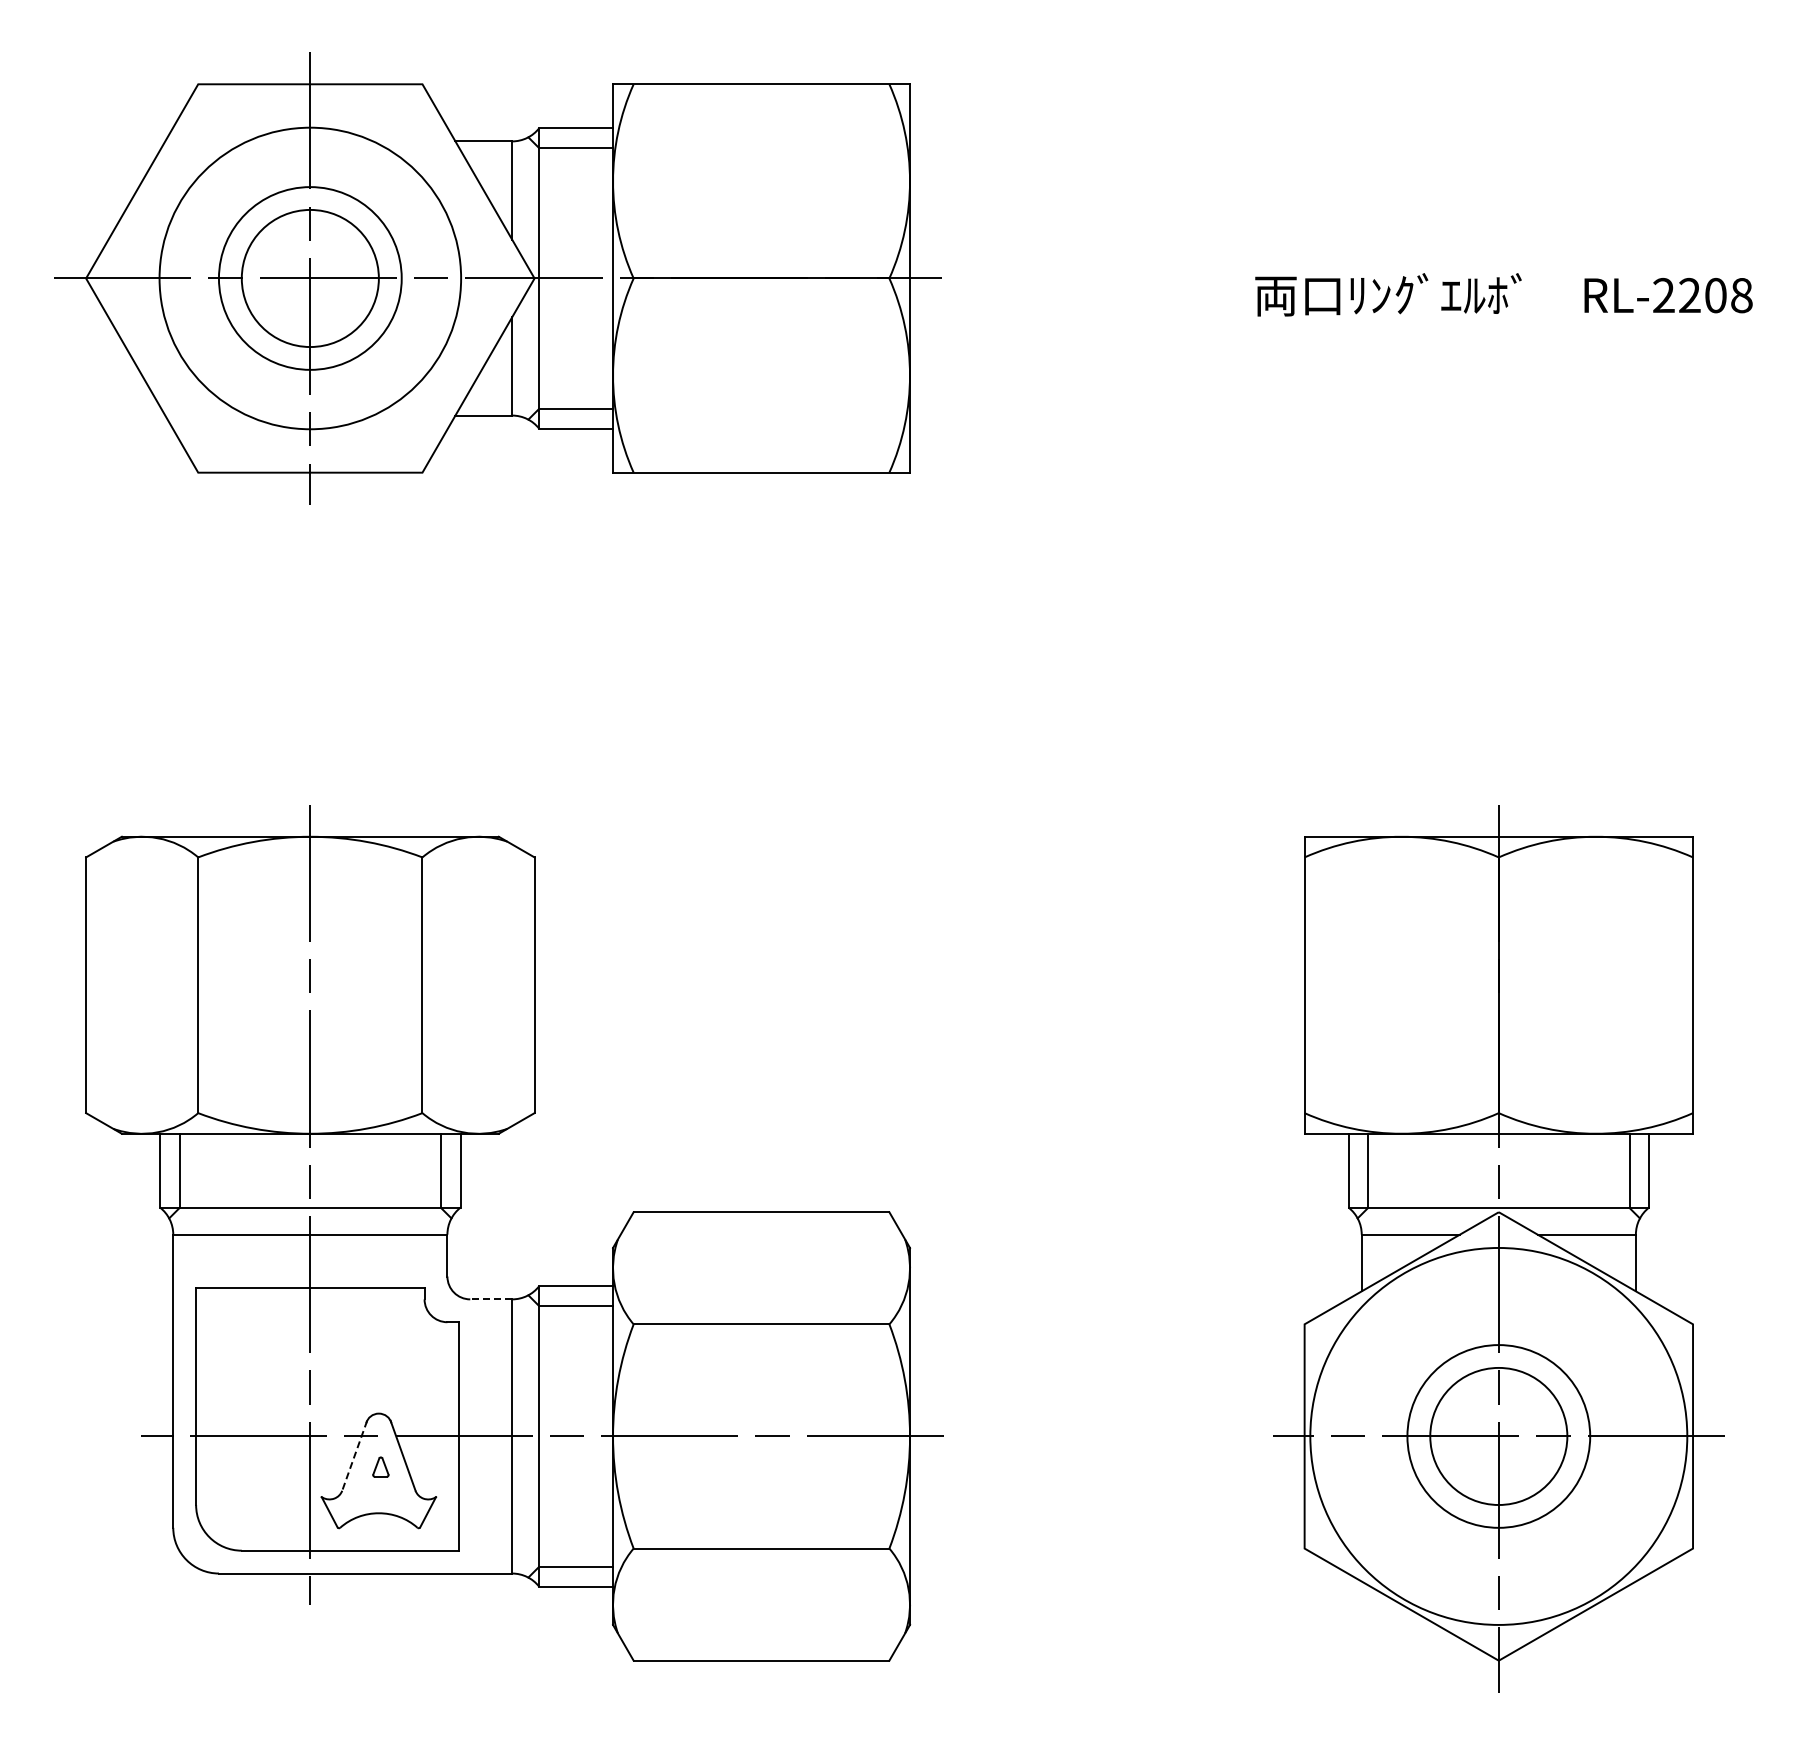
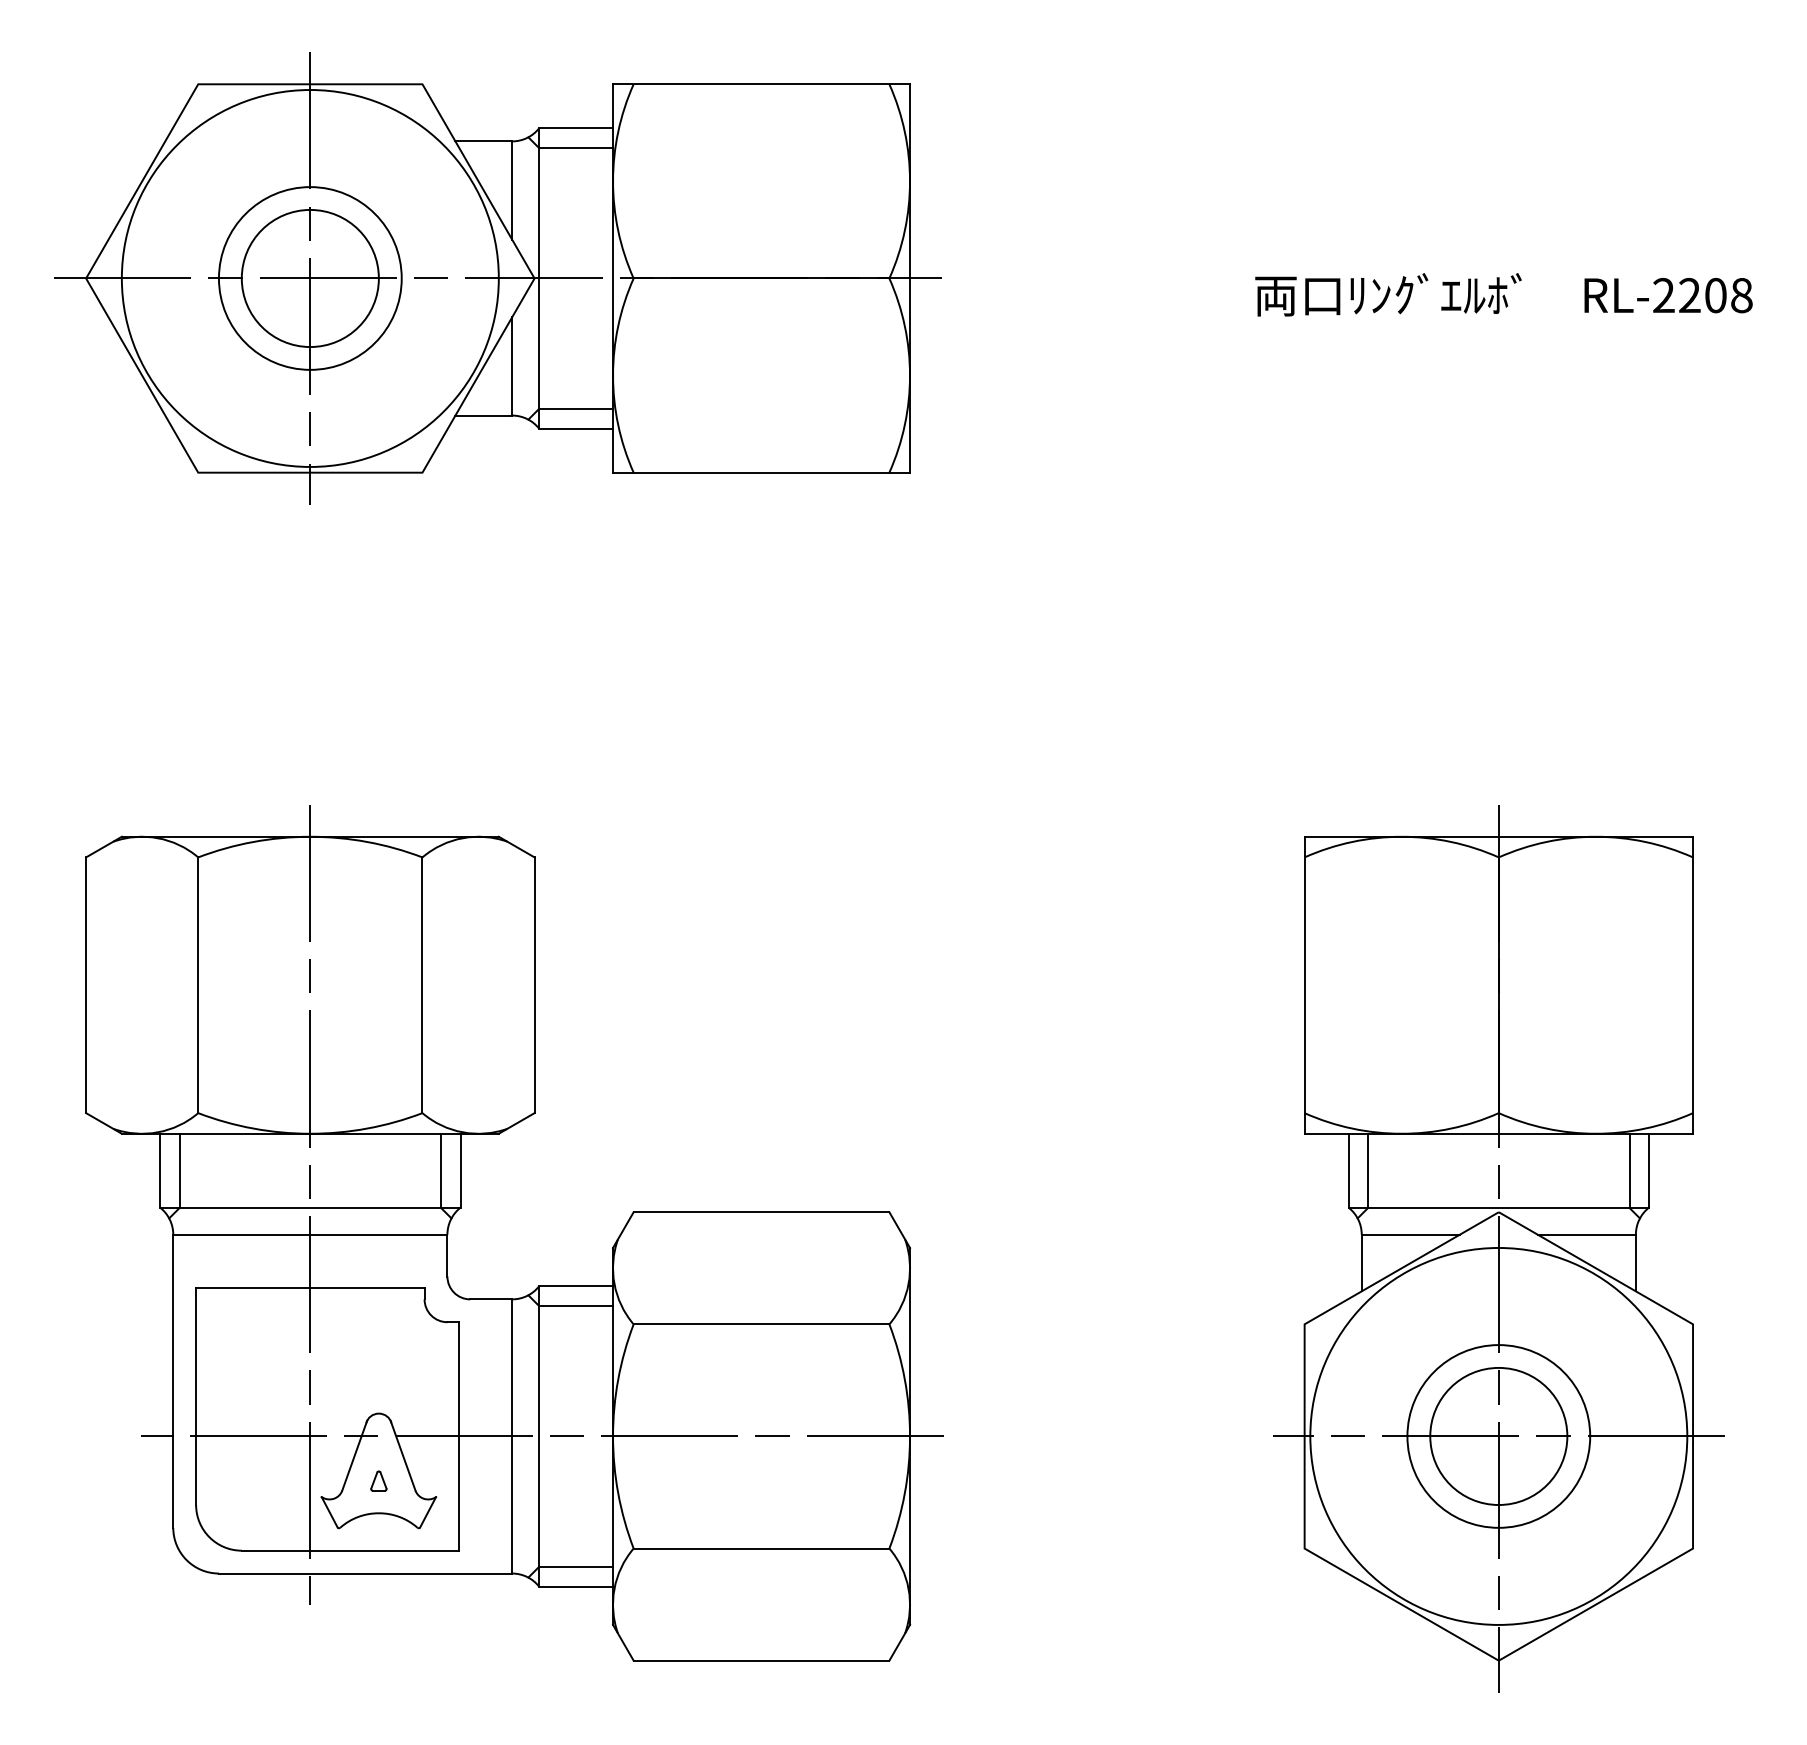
circle at (310, 278) diameter: 302 px -> 377 px
line at (491, 1299): dashed -> solid
line at (354, 1456): dashed -> solid
part at (380, 1466) position: (380, 1466) -> (378, 1480)
